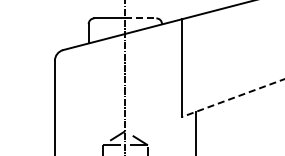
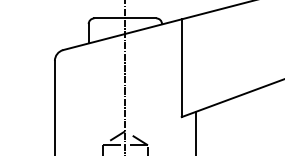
line at (140, 18): dashed -> solid
line at (233, 98): dashed -> solid
